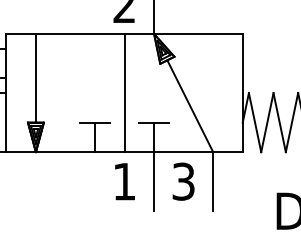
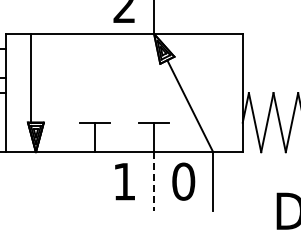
line at (35, 78) position: (35, 78) -> (30, 78)
line at (124, 93): present -> none
line at (154, 181): solid -> dashed
text at (183, 181): 3 -> 0
